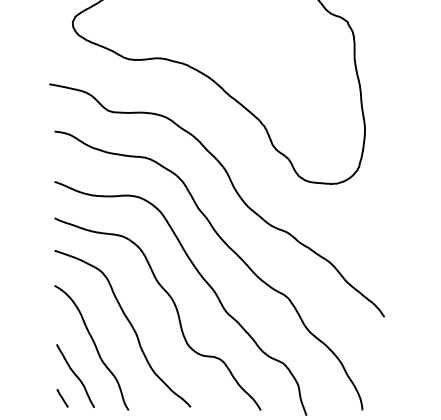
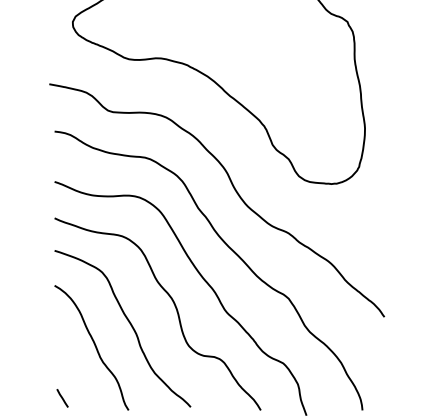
curve at (75, 376): present -> none
